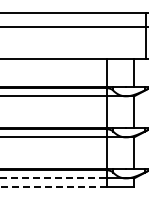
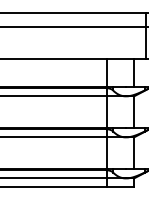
line at (53, 178): dashed -> solid
line at (52, 186): dashed -> solid
